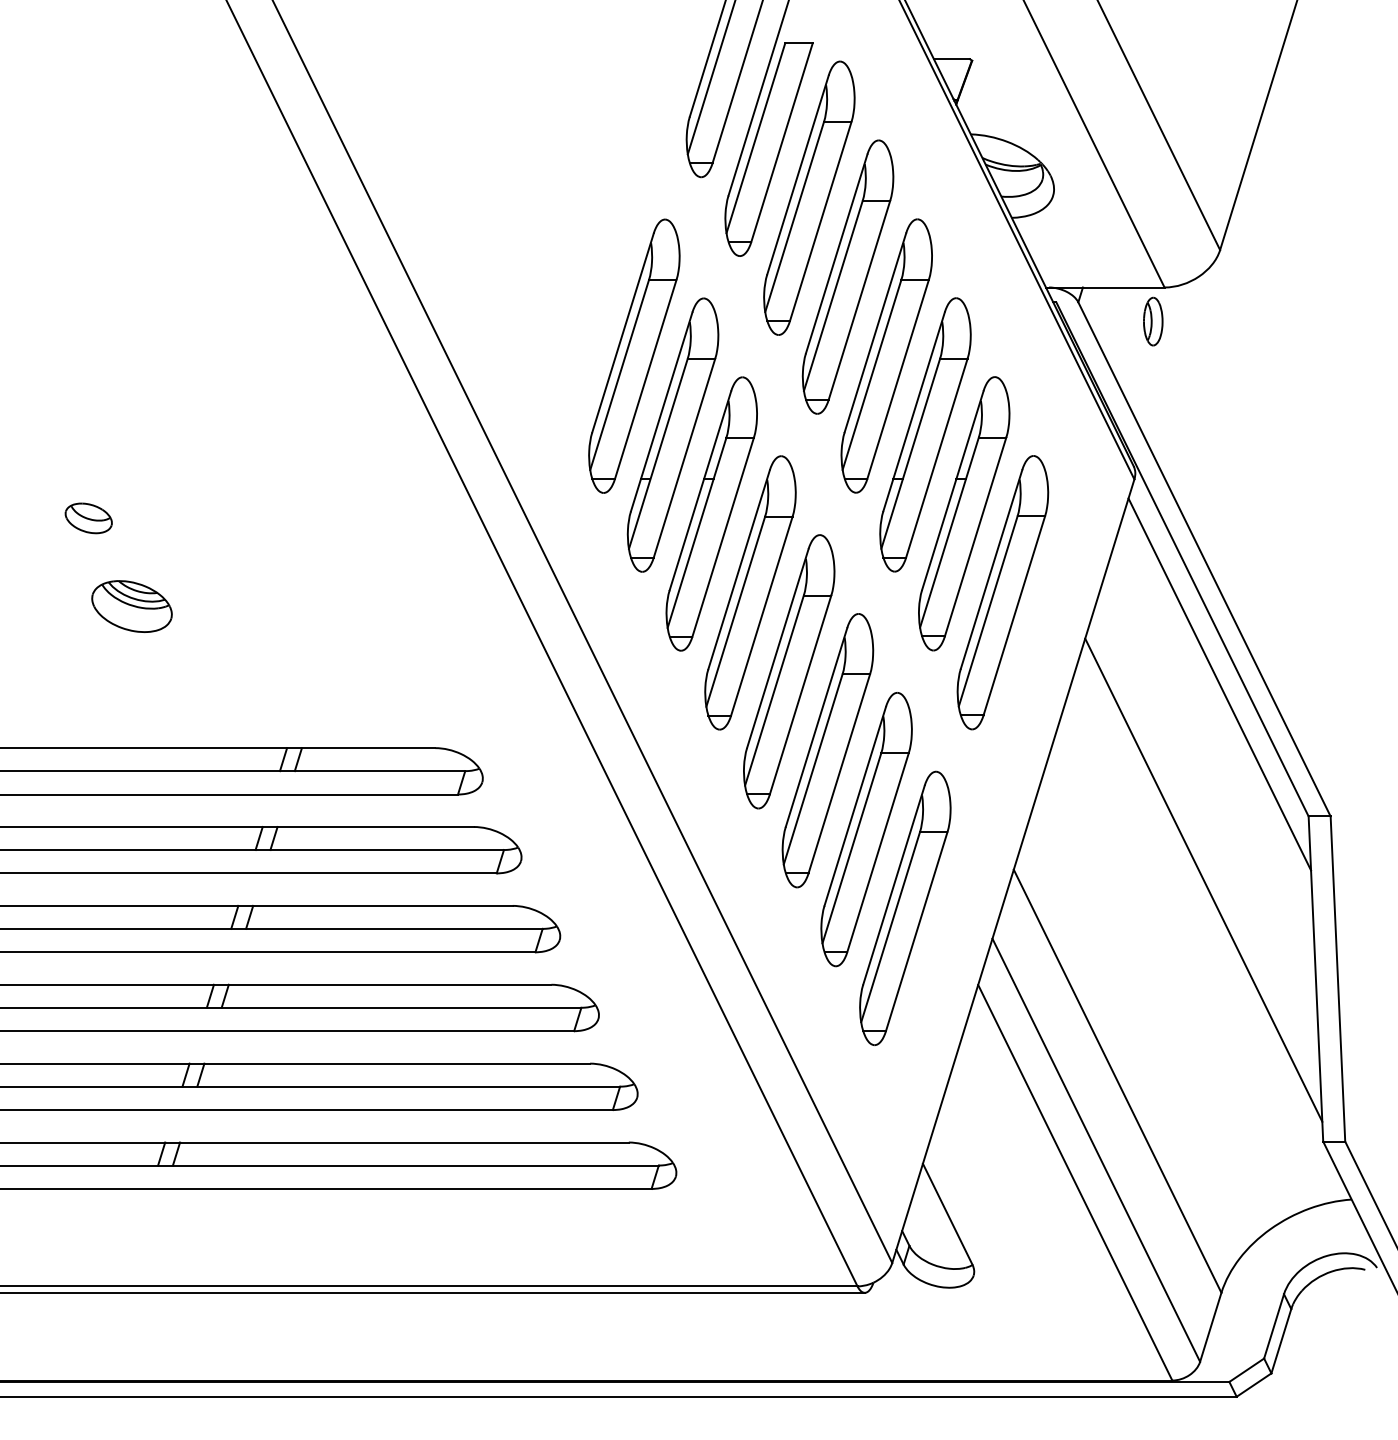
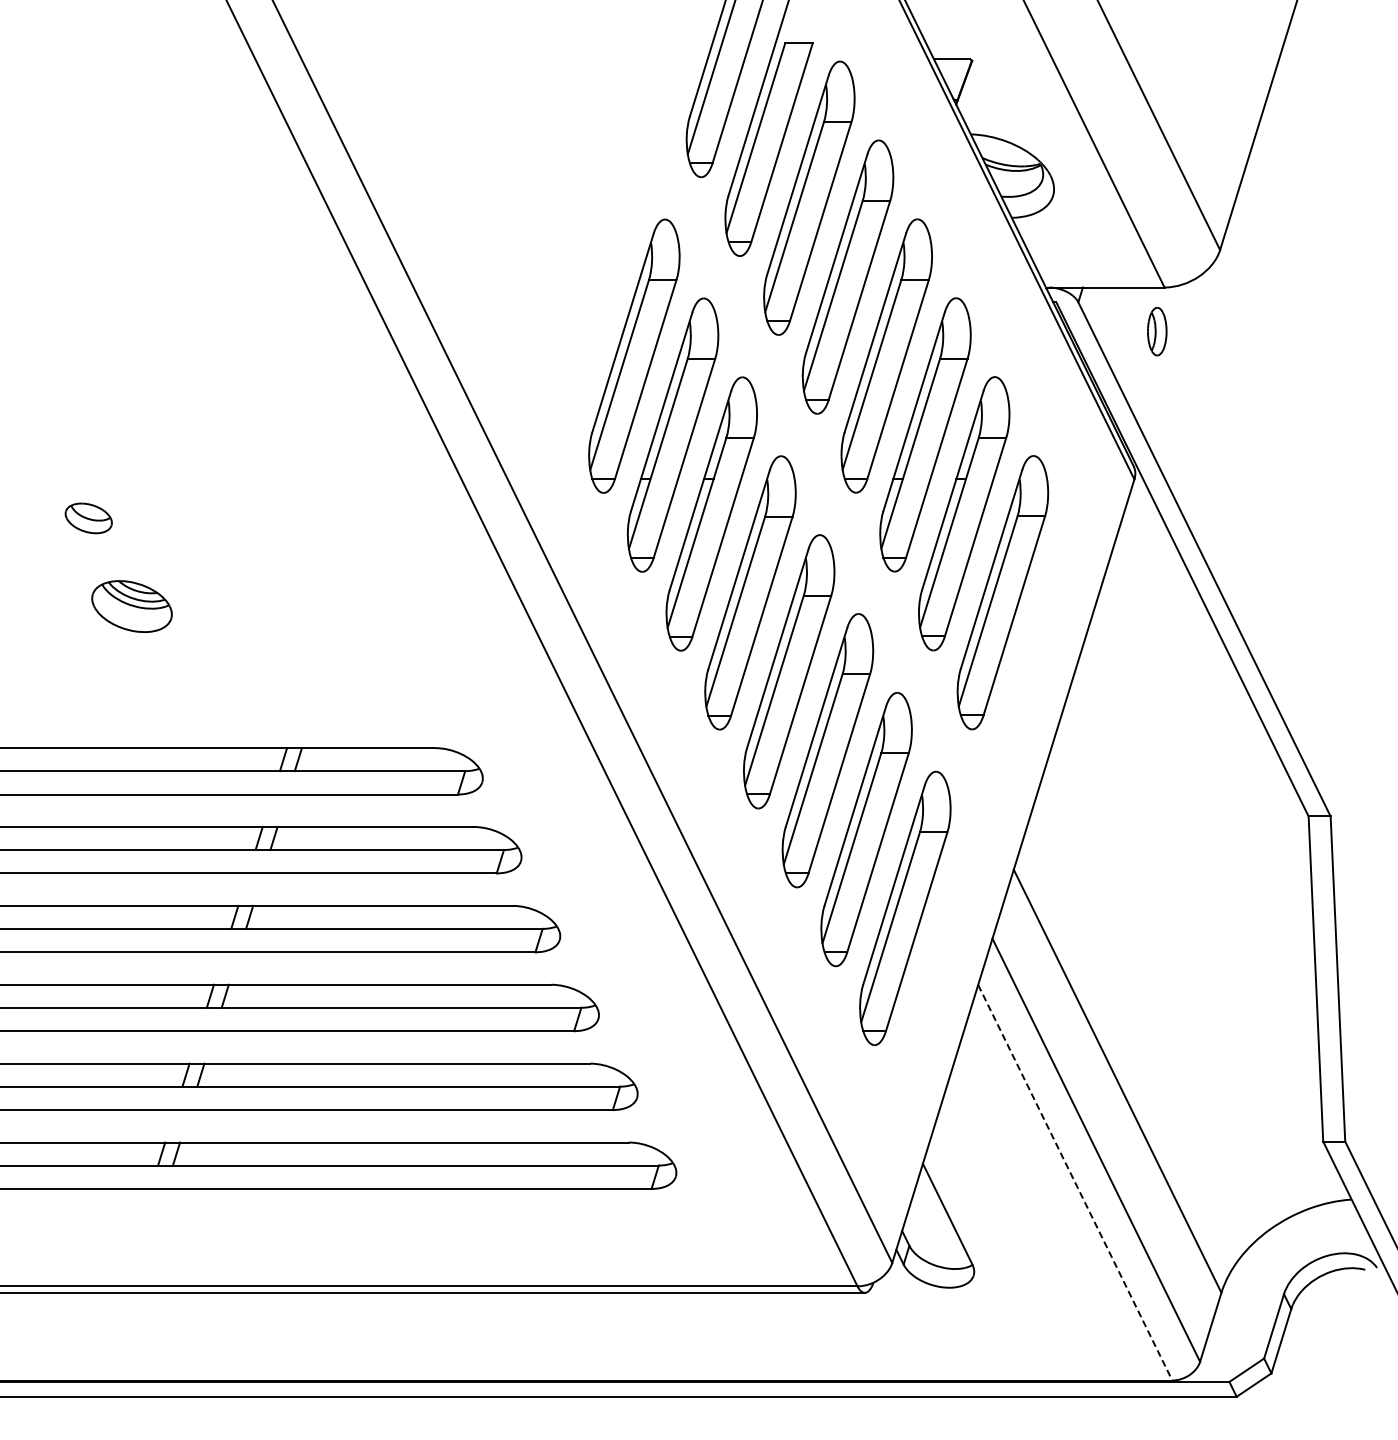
part at (1153, 321) position: (1153, 321) -> (1157, 331)
line at (1219, 684): present -> none
line at (1203, 879): present -> none
line at (1075, 1183): solid -> dashed
